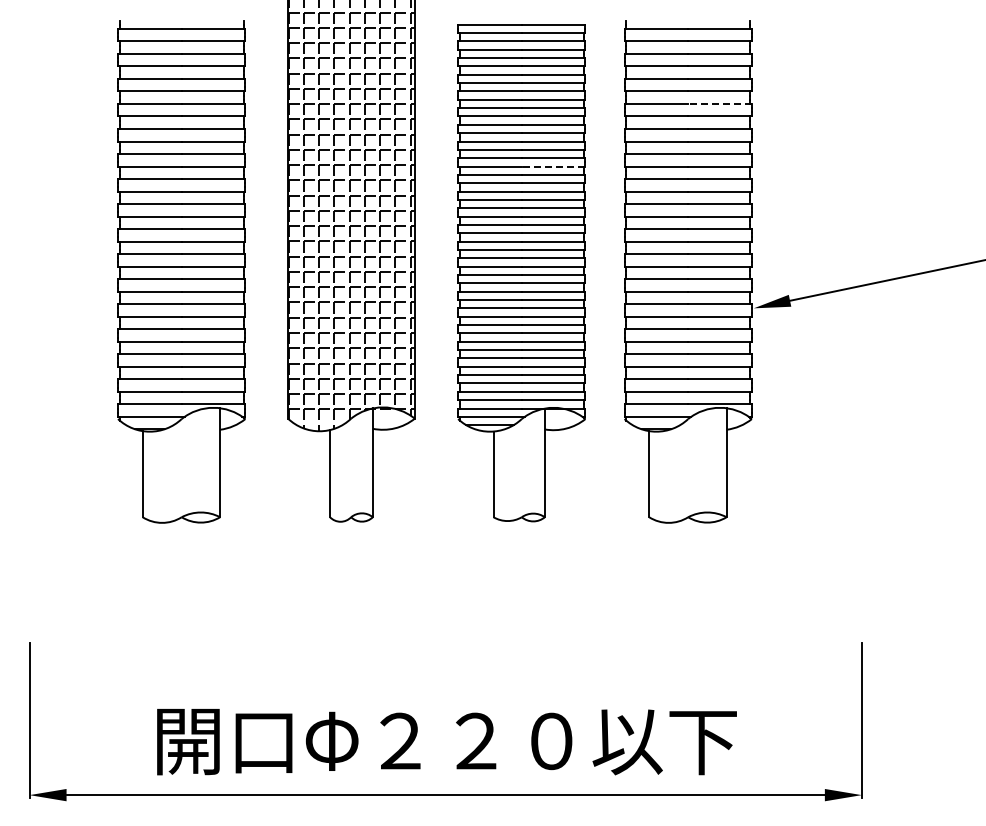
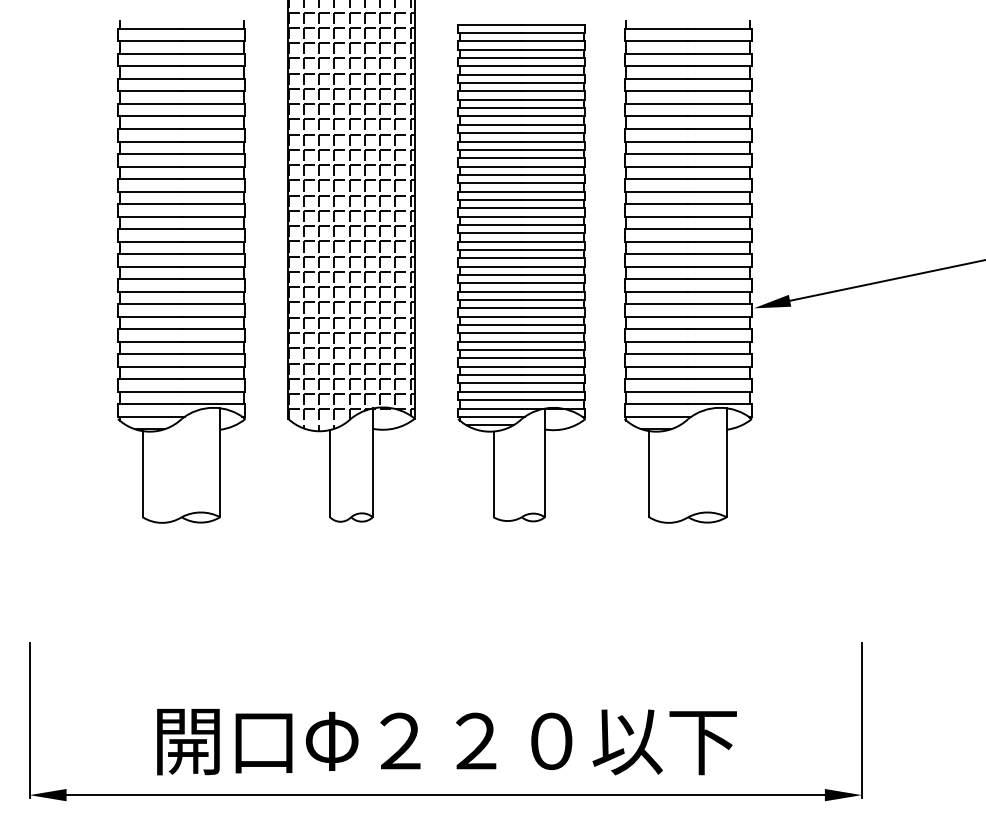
line at (720, 103): dashed -> solid
line at (553, 166): dashed -> solid
